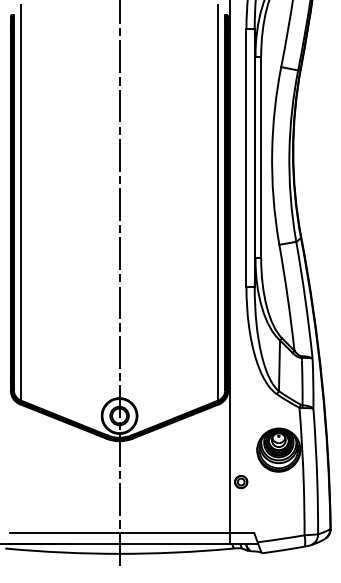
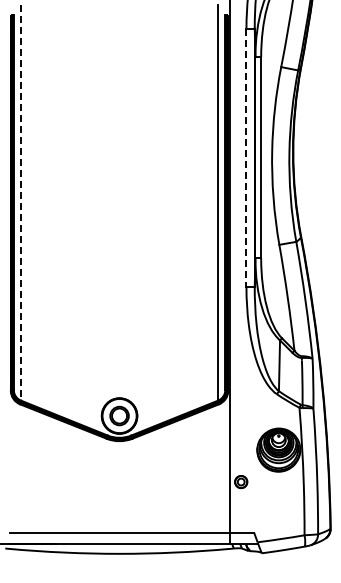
line at (246, 158): solid -> dashed
line at (21, 203): solid -> dashed
line at (119, 283): present -> none
